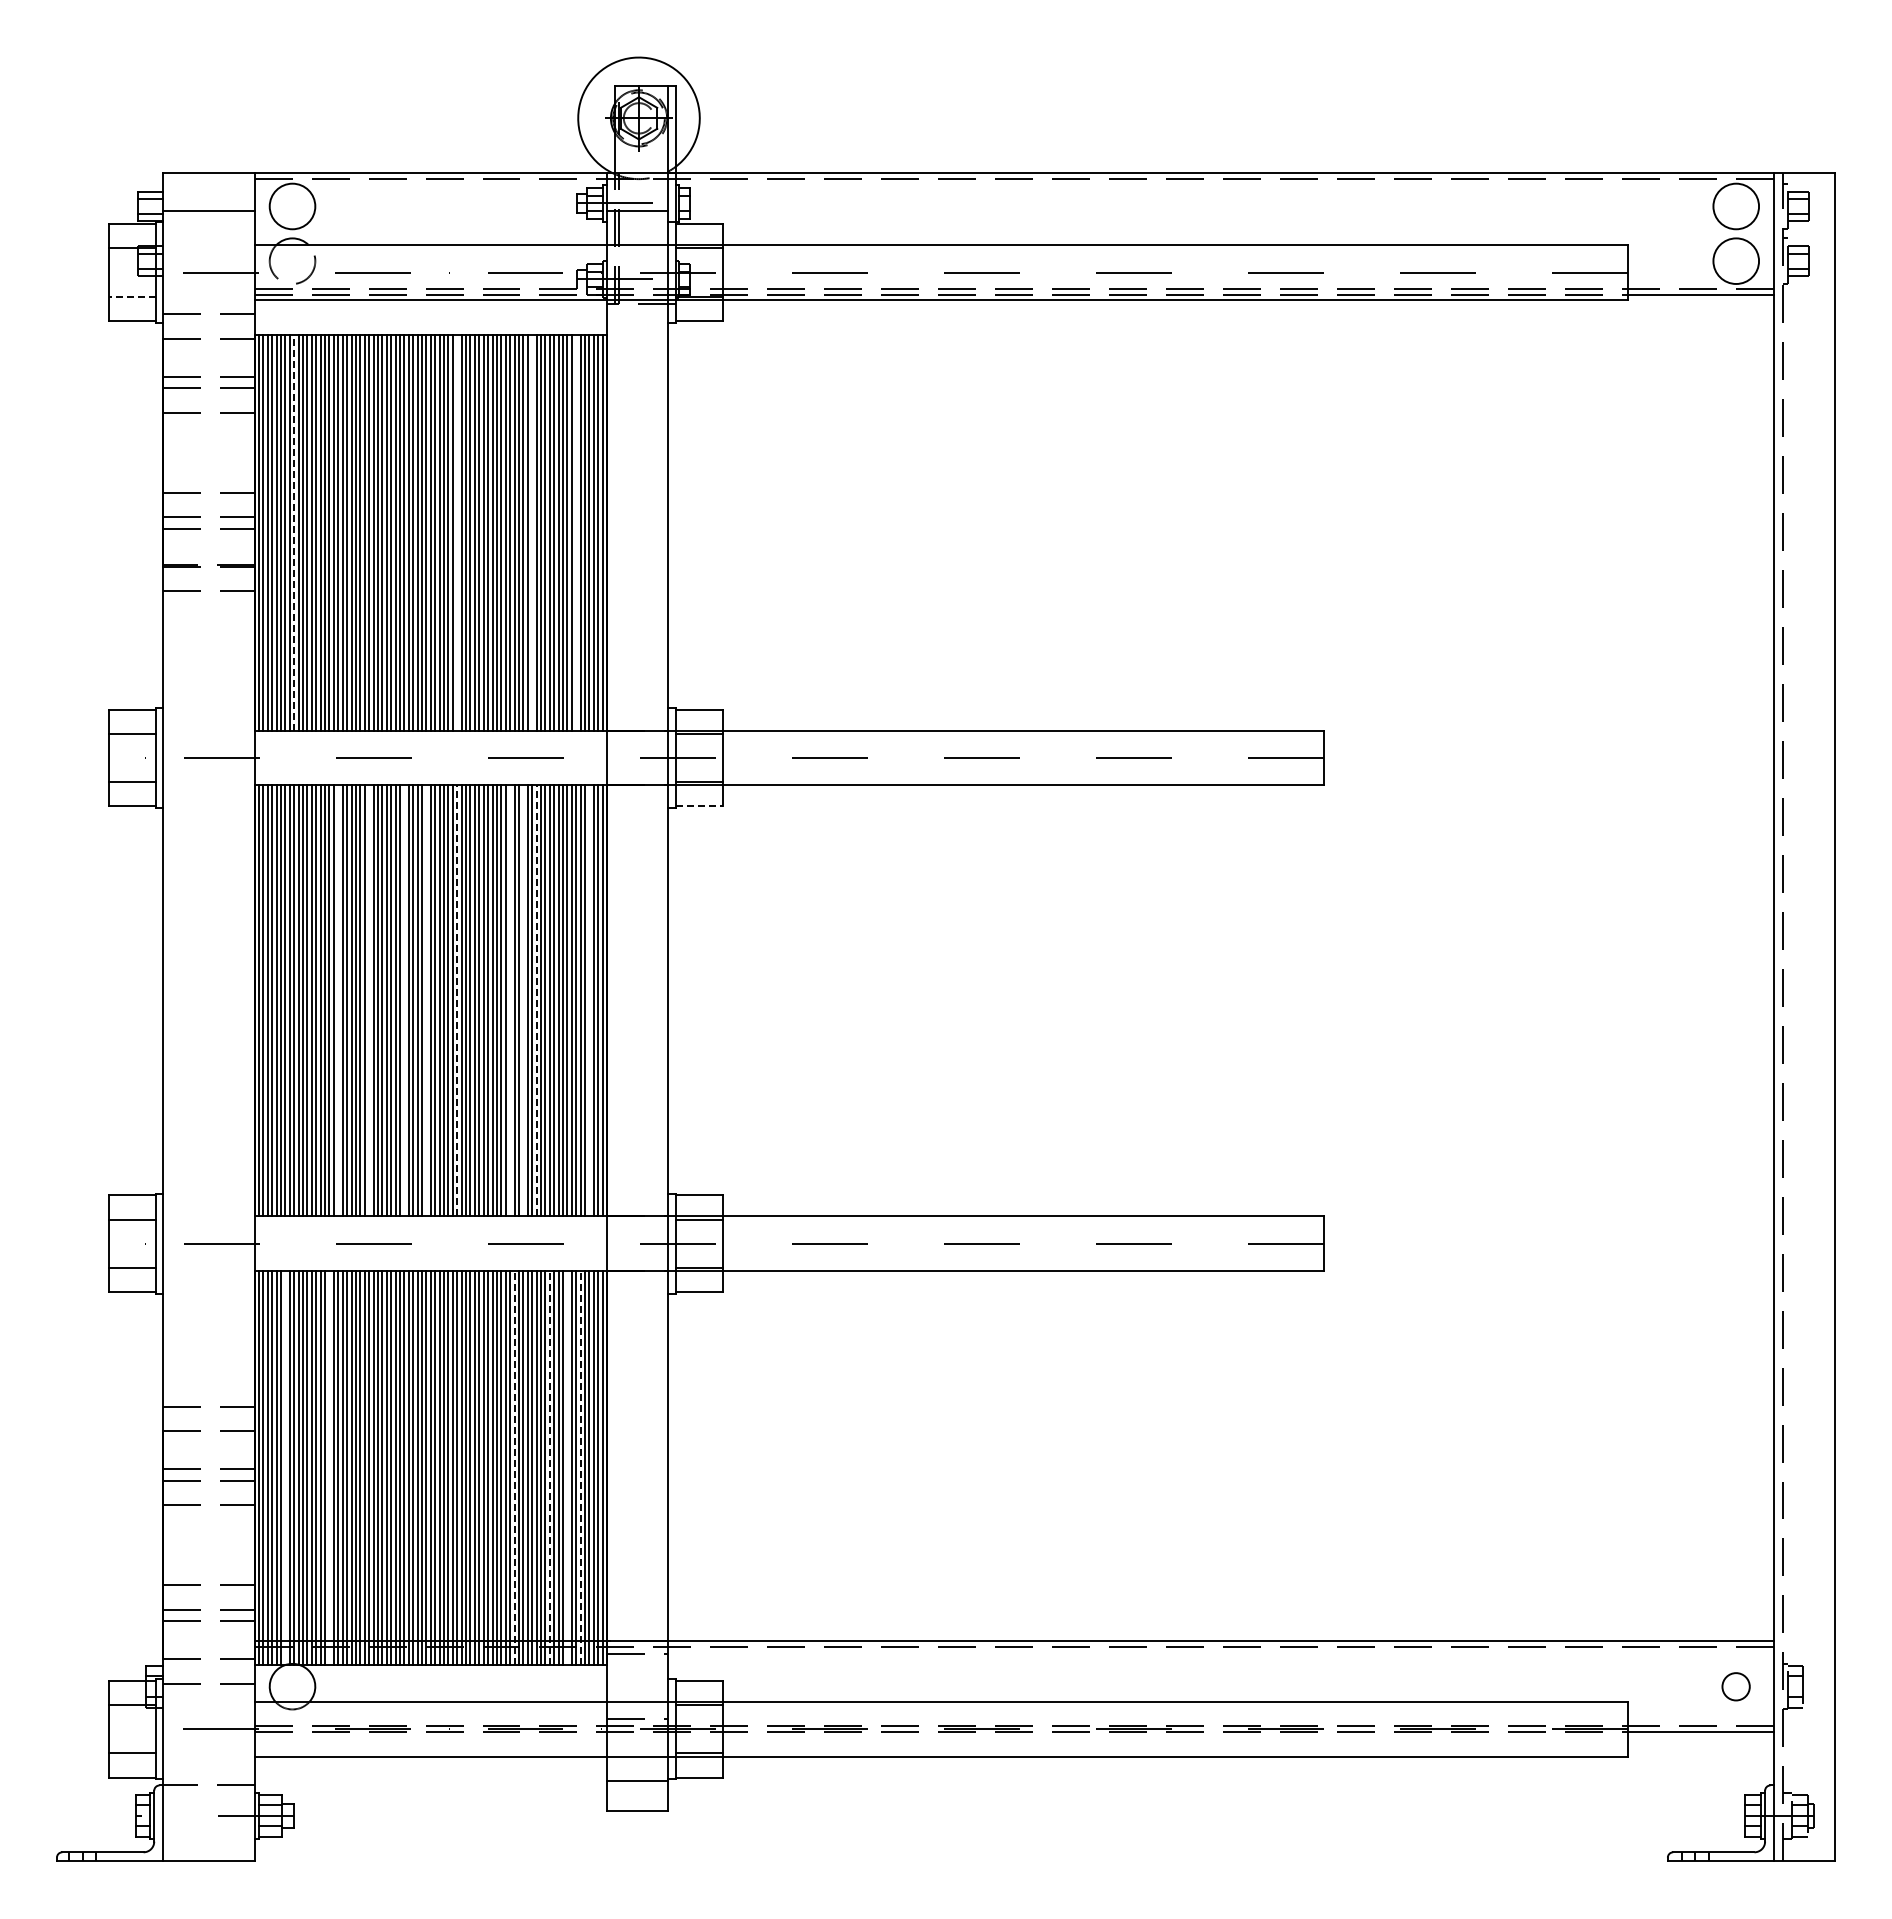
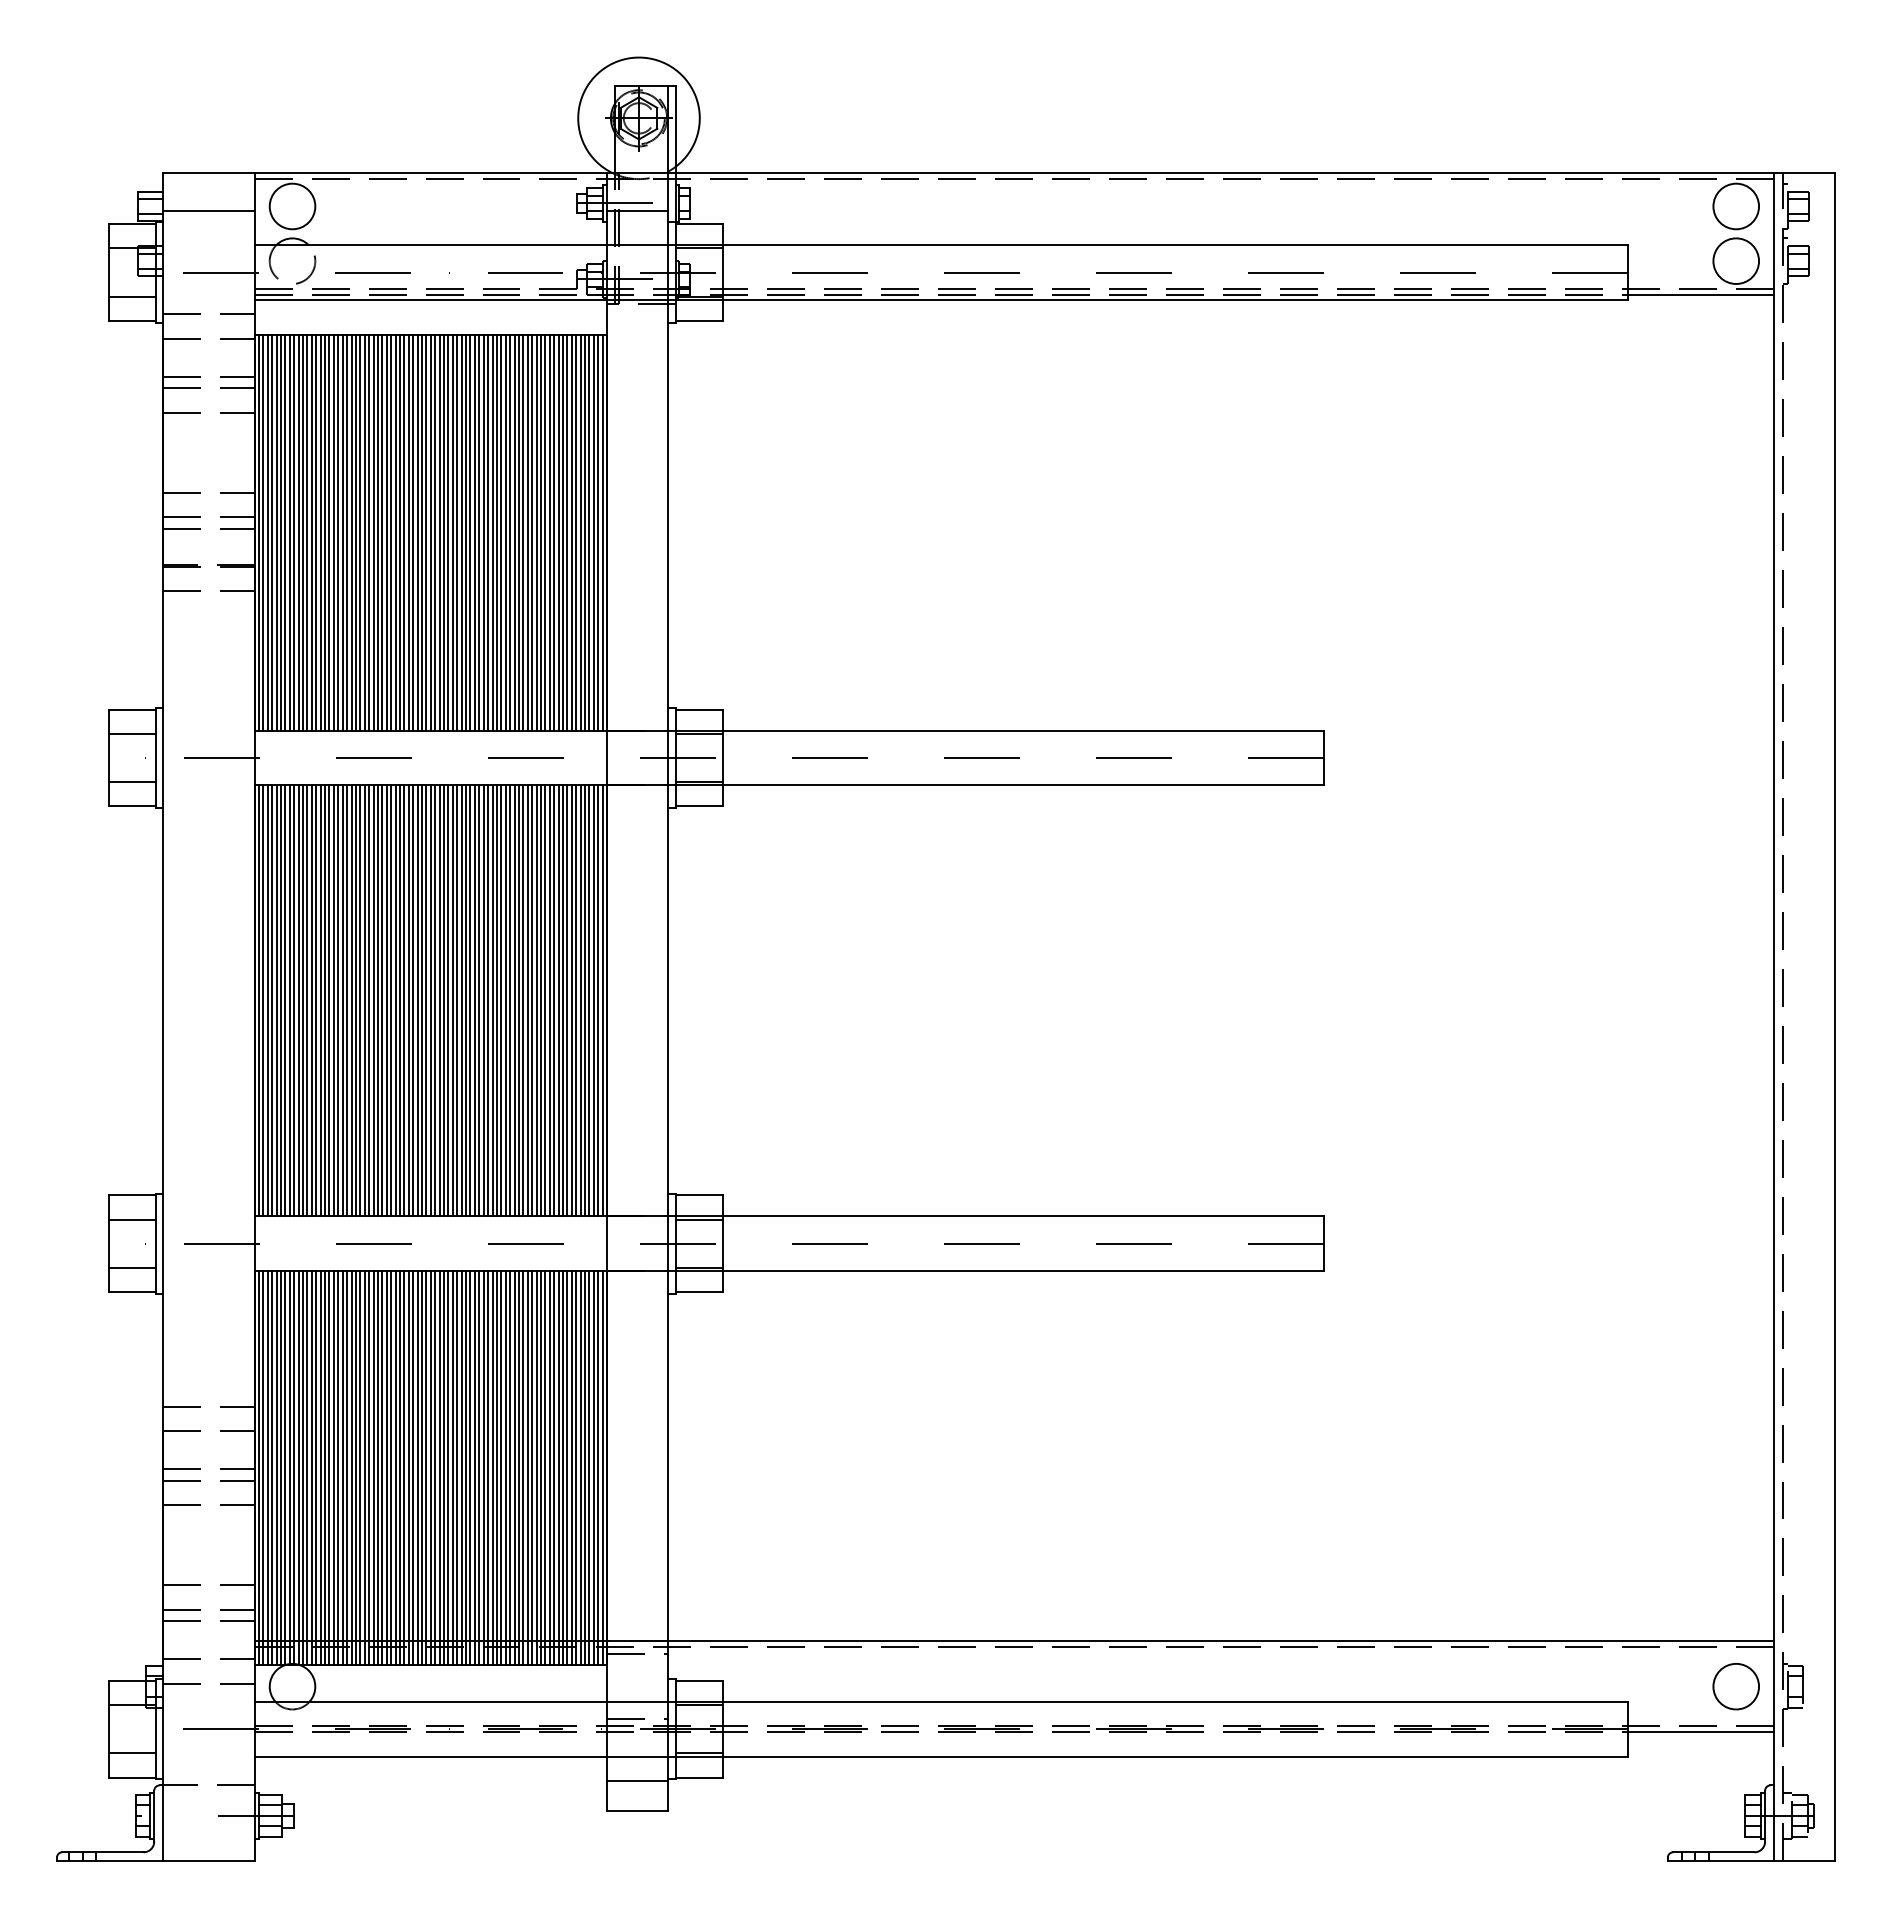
line at (132, 296): dashed -> solid
line at (294, 532): dashed -> solid
line at (457, 532): none -> present
line at (532, 532): none -> present
line at (576, 532): none -> present
line at (699, 806): dashed -> solid
line at (338, 1000): none -> present
line at (369, 1000): none -> present
line at (404, 1000): none -> present
line at (426, 1000): none -> present
line at (457, 1000): dashed -> solid
line at (510, 1000): none -> present
line at (523, 1000): none -> present
line at (536, 1000): dashed -> solid
line at (589, 1000): none -> present
line at (285, 1467): none -> present
line at (329, 1467): none -> present
line at (514, 1467): dashed -> solid
line at (549, 1467): dashed -> solid
line at (567, 1467): none -> present
line at (580, 1467): dashed -> solid
circle at (1735, 1686) size: 30x30 px -> 48x48 px
